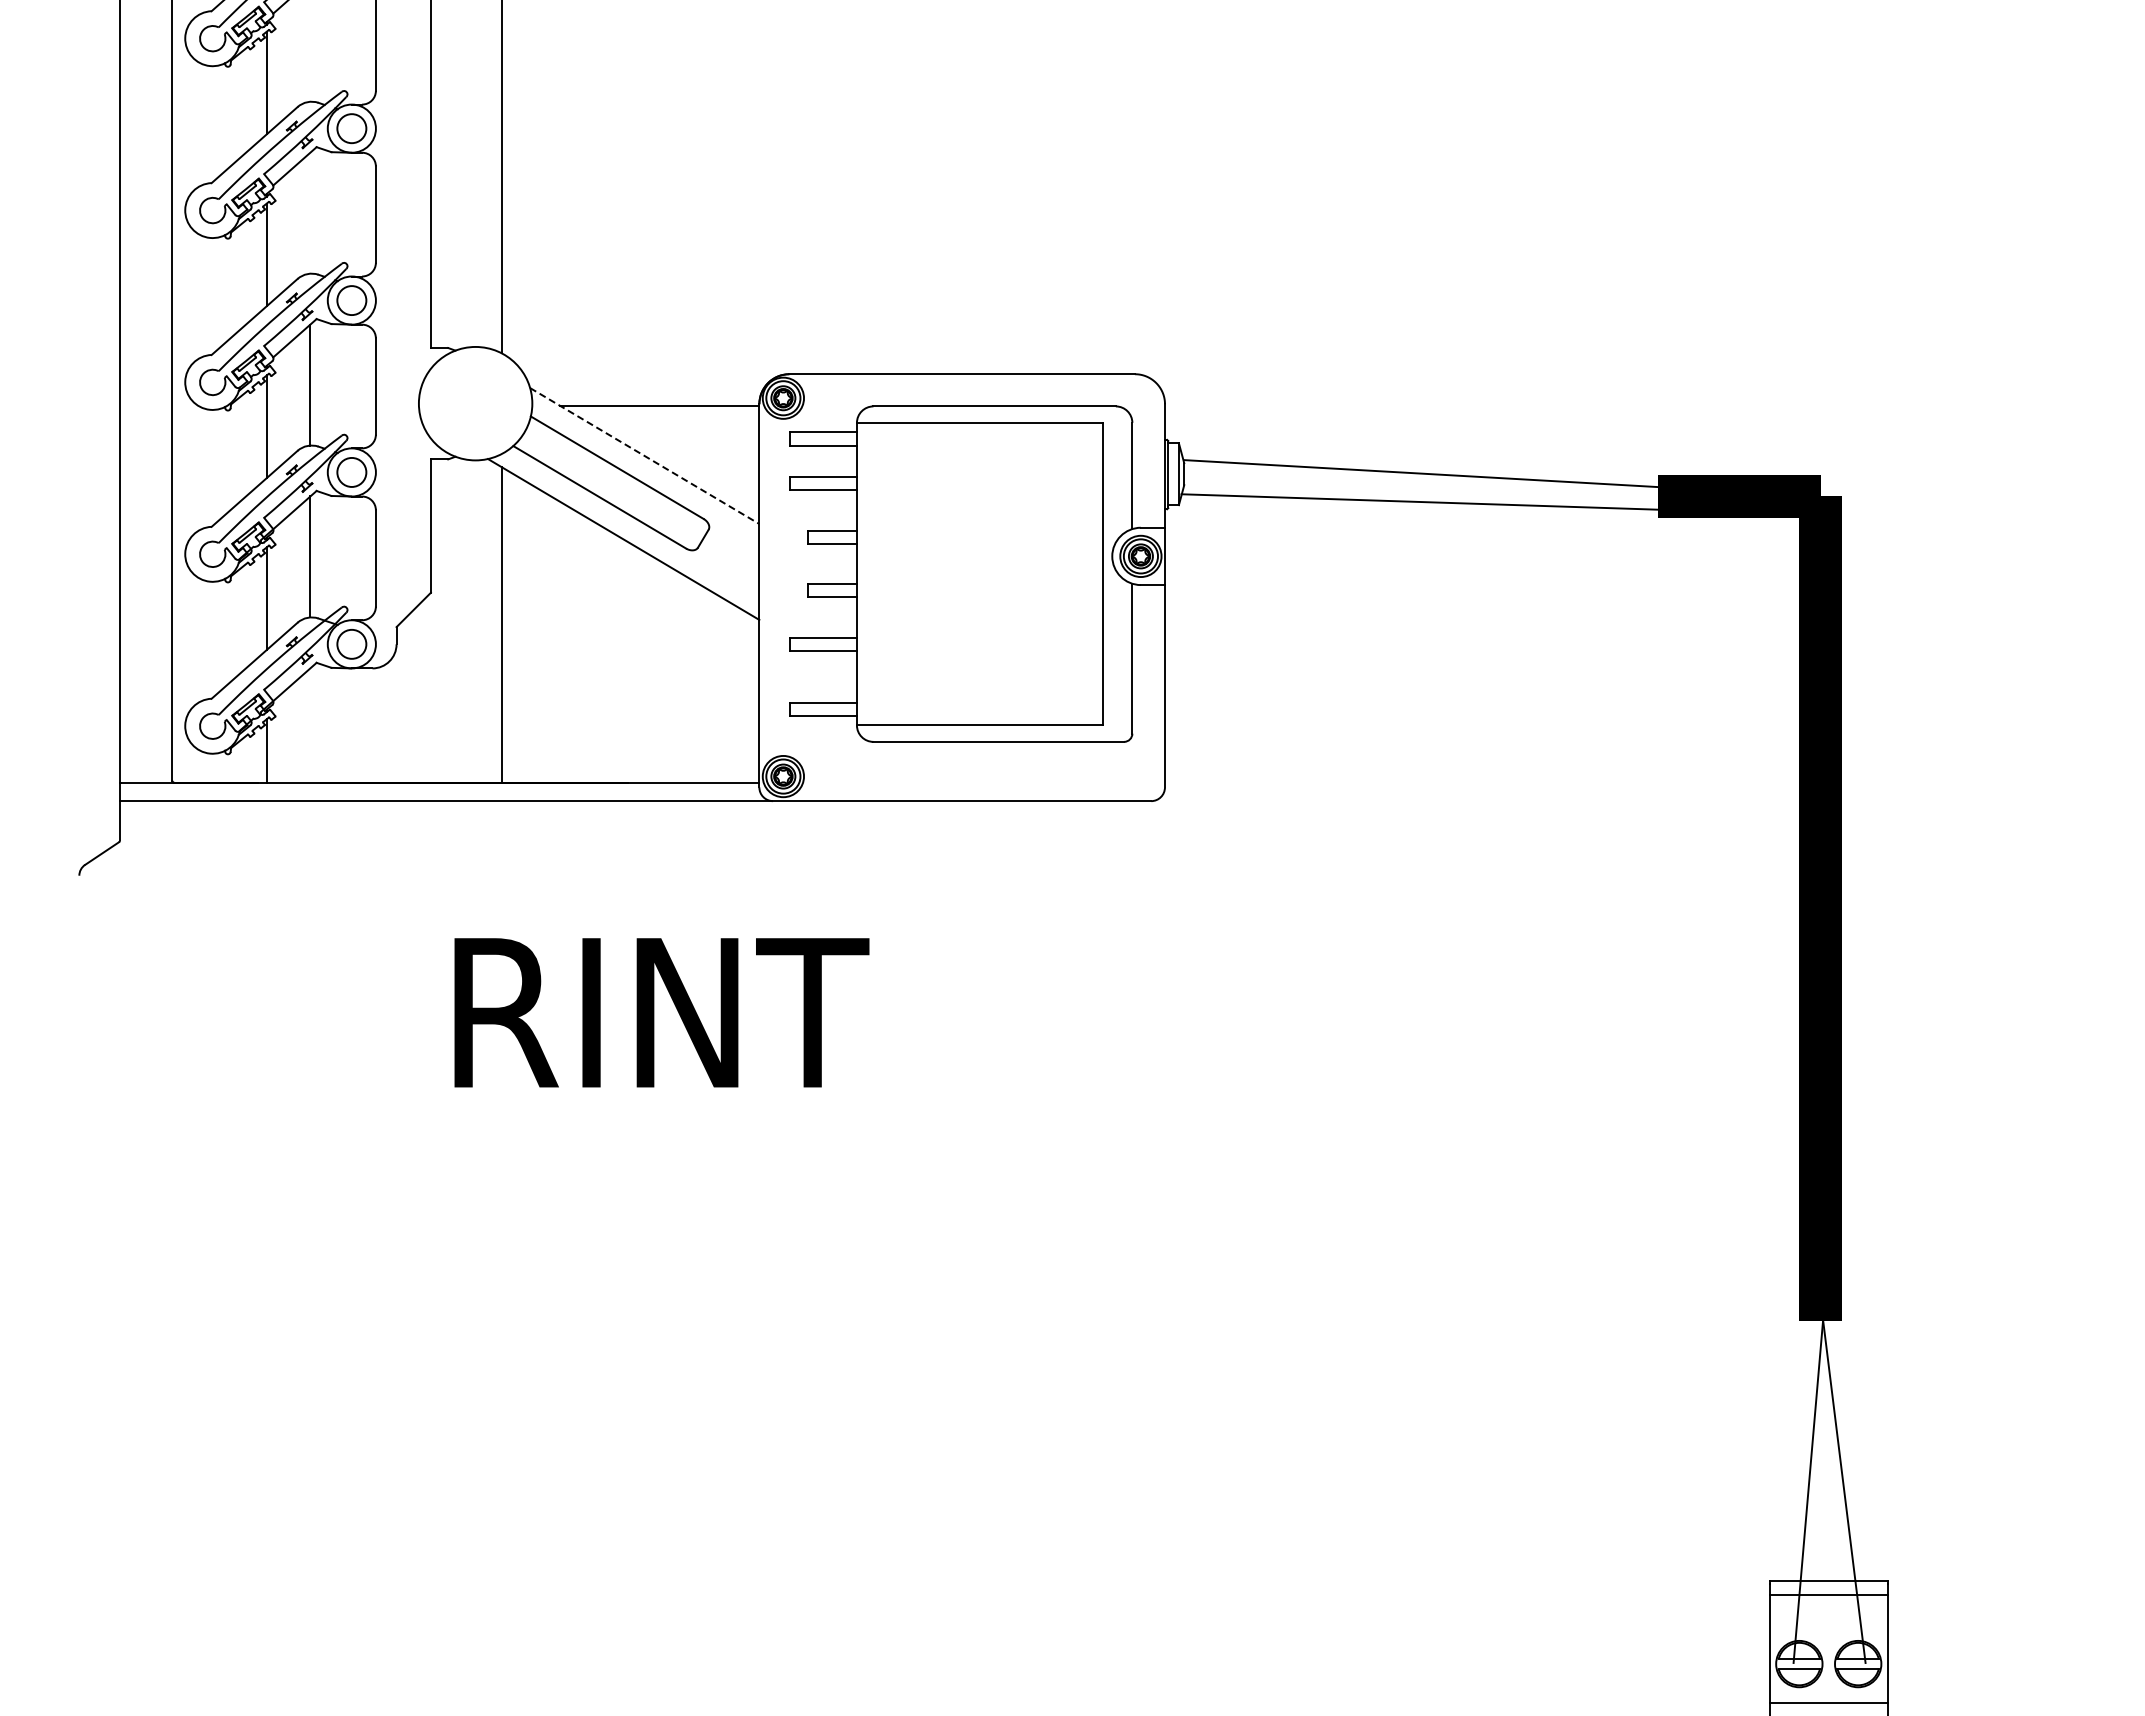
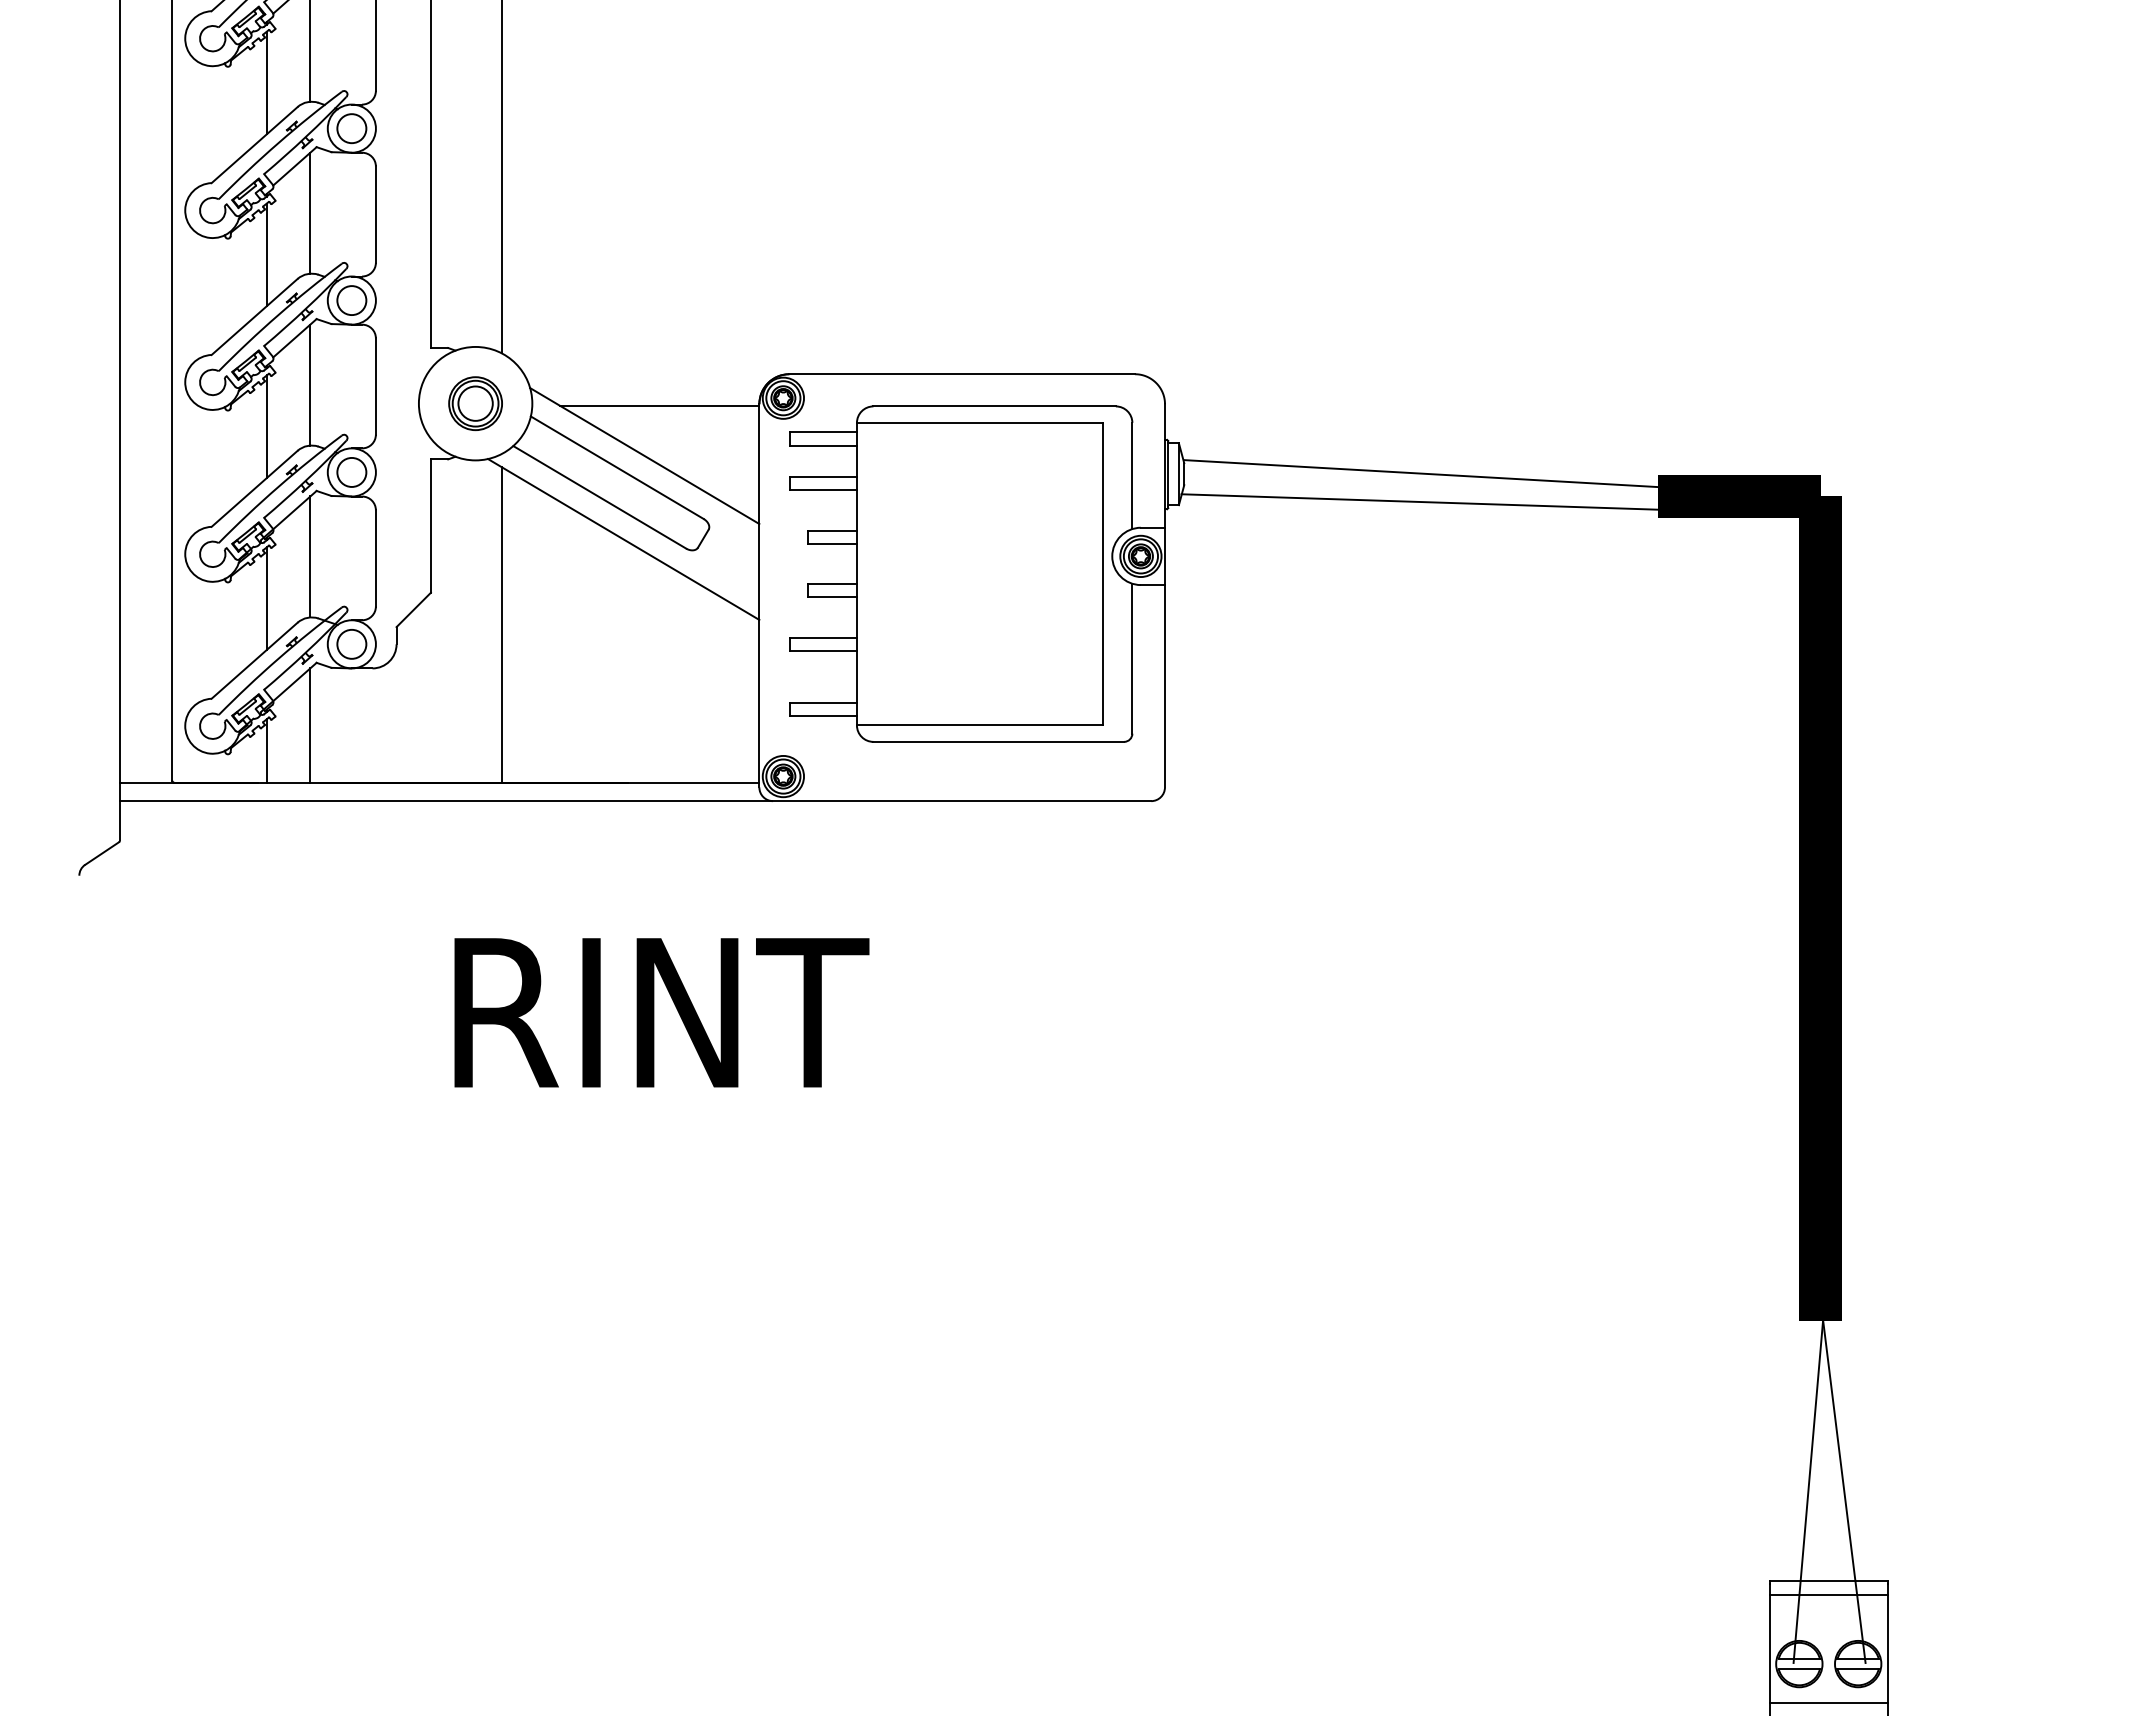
line at (310, 51): none -> present
line at (310, 212): none -> present
part at (475, 403): none -> present
line at (645, 456): dashed -> solid
line at (310, 725): none -> present
